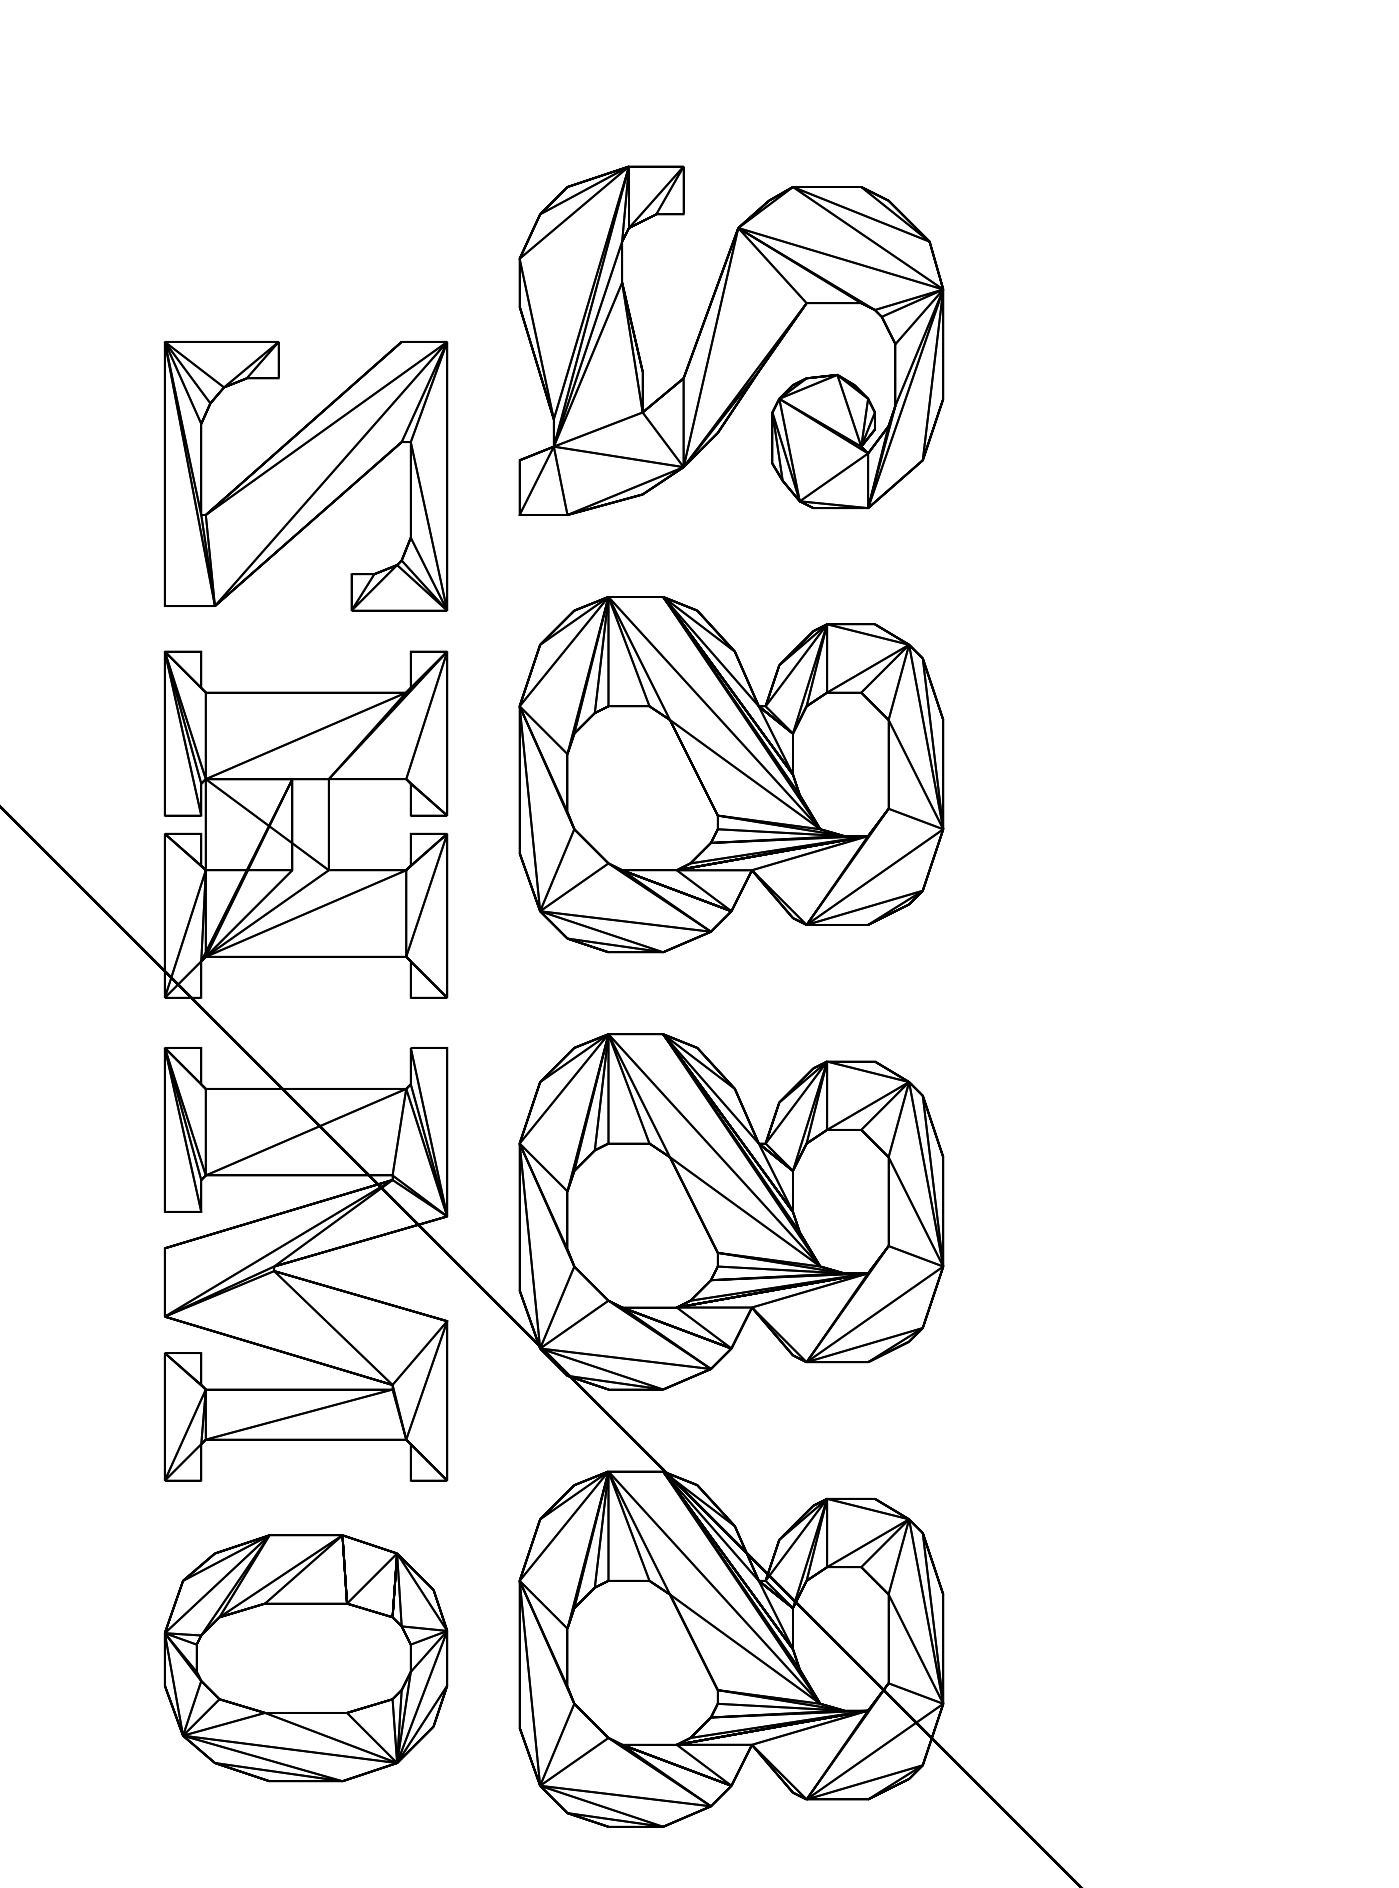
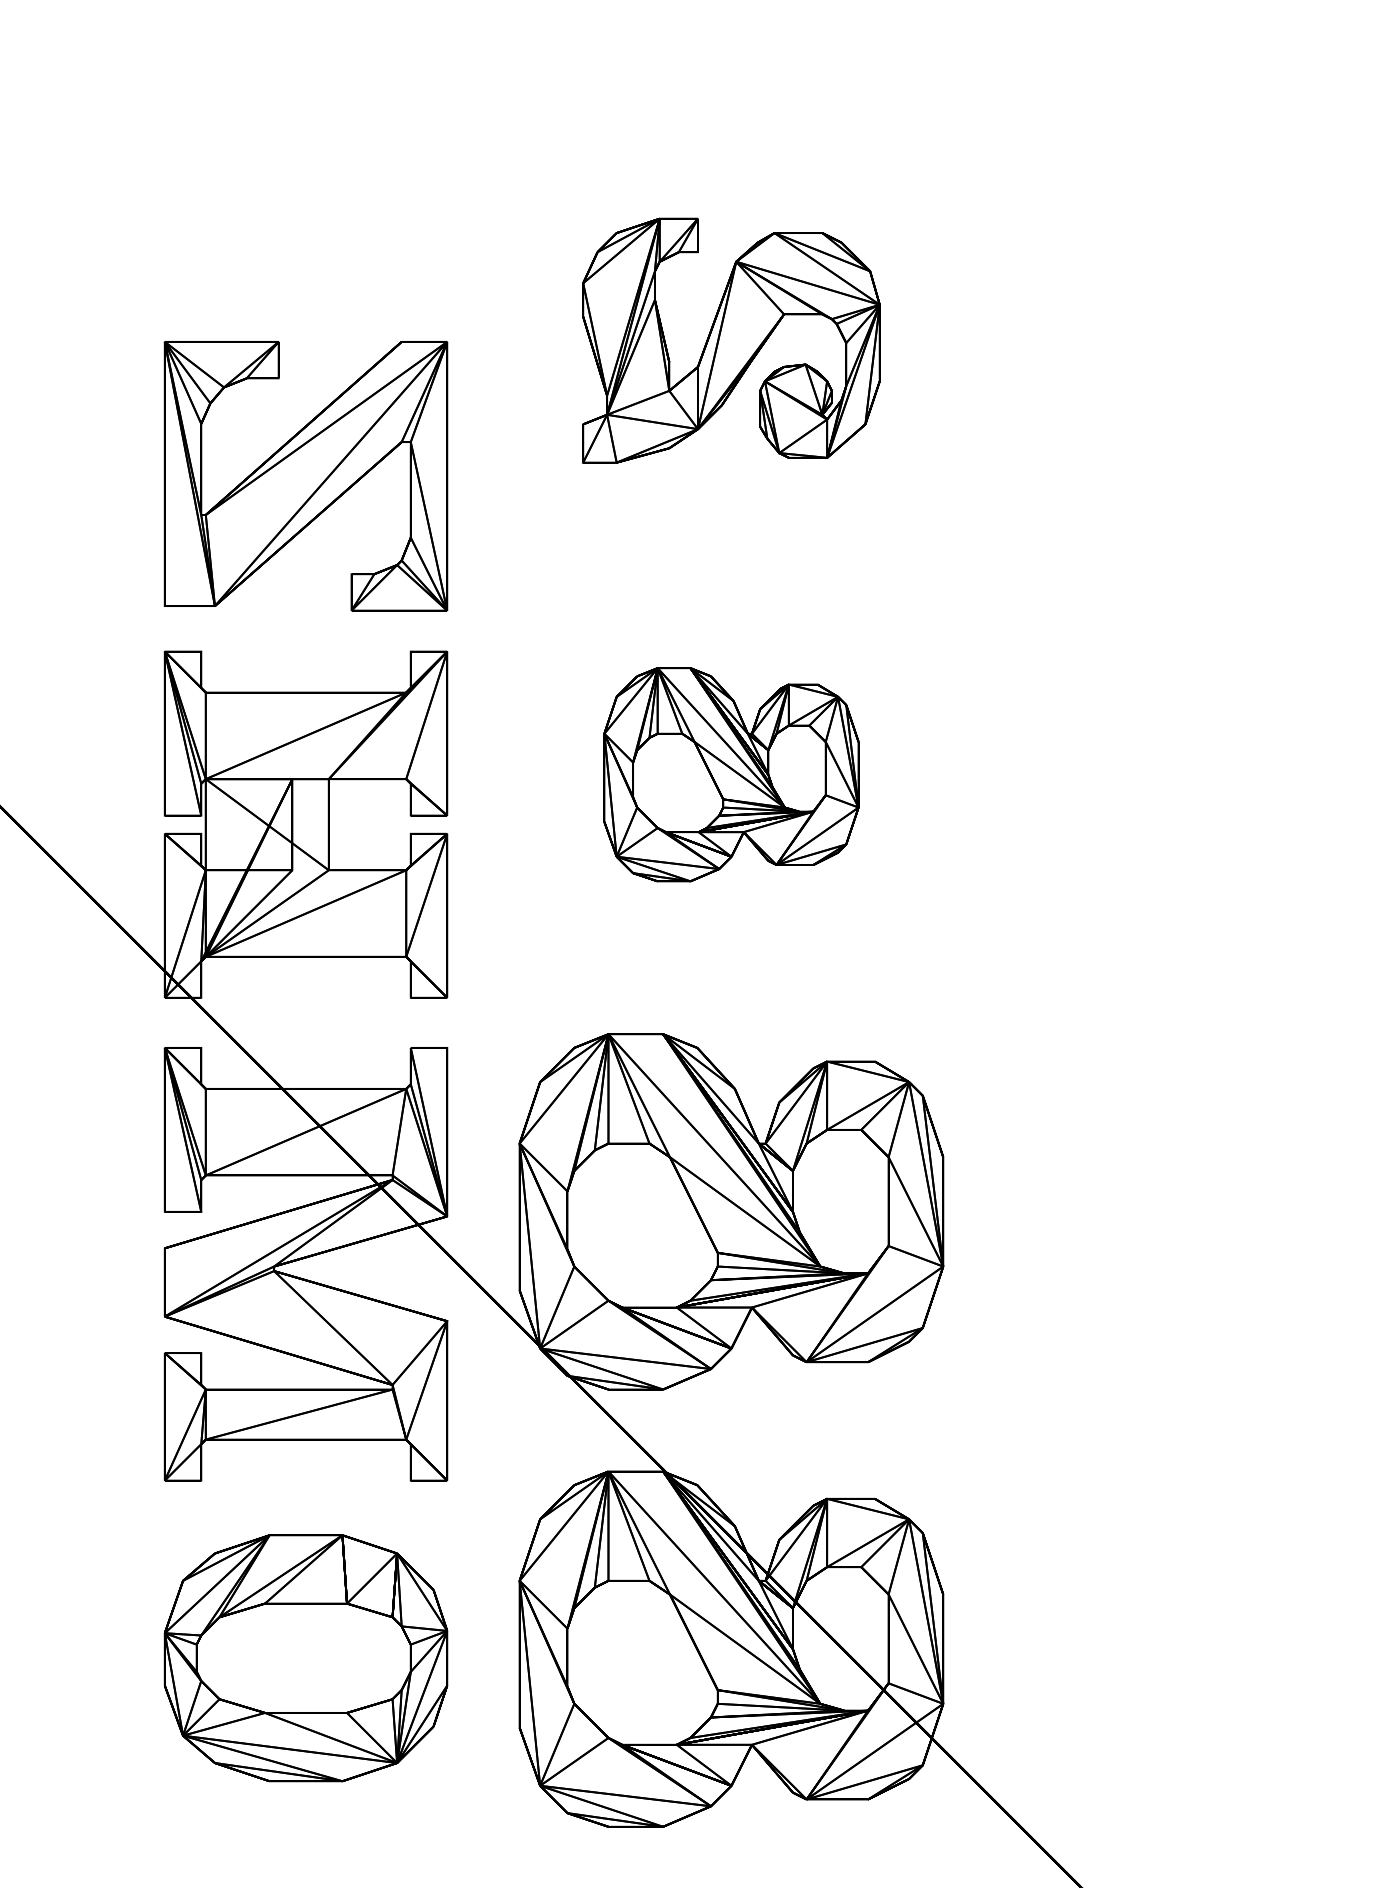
part at (731, 340) size: 427x351 px -> 299x247 px
part at (731, 774) size: 427x358 px -> 257x216 px
